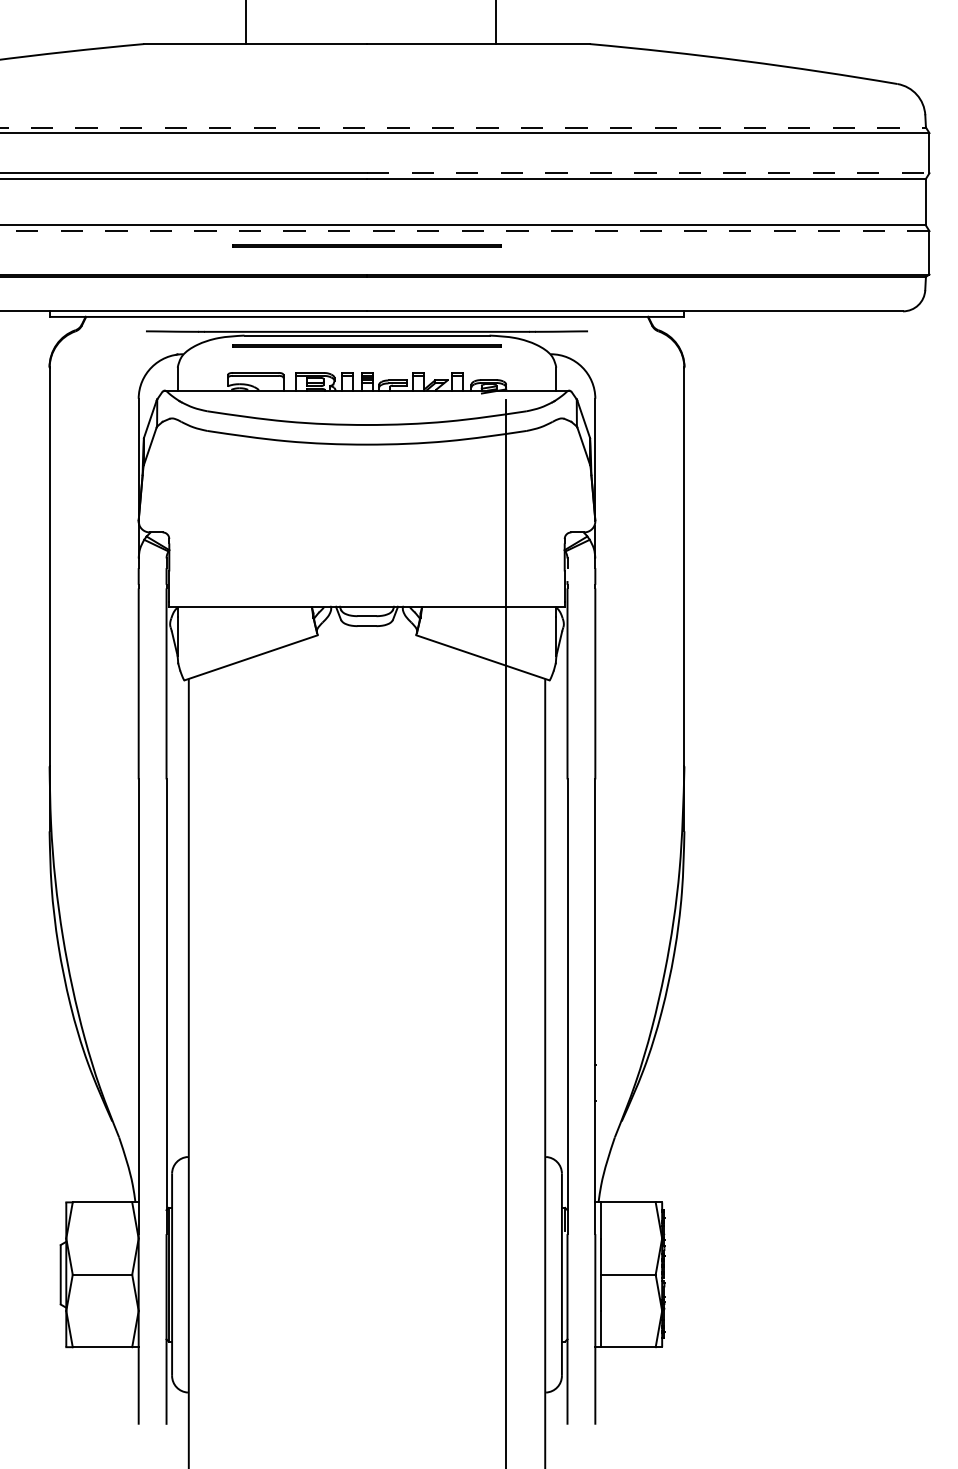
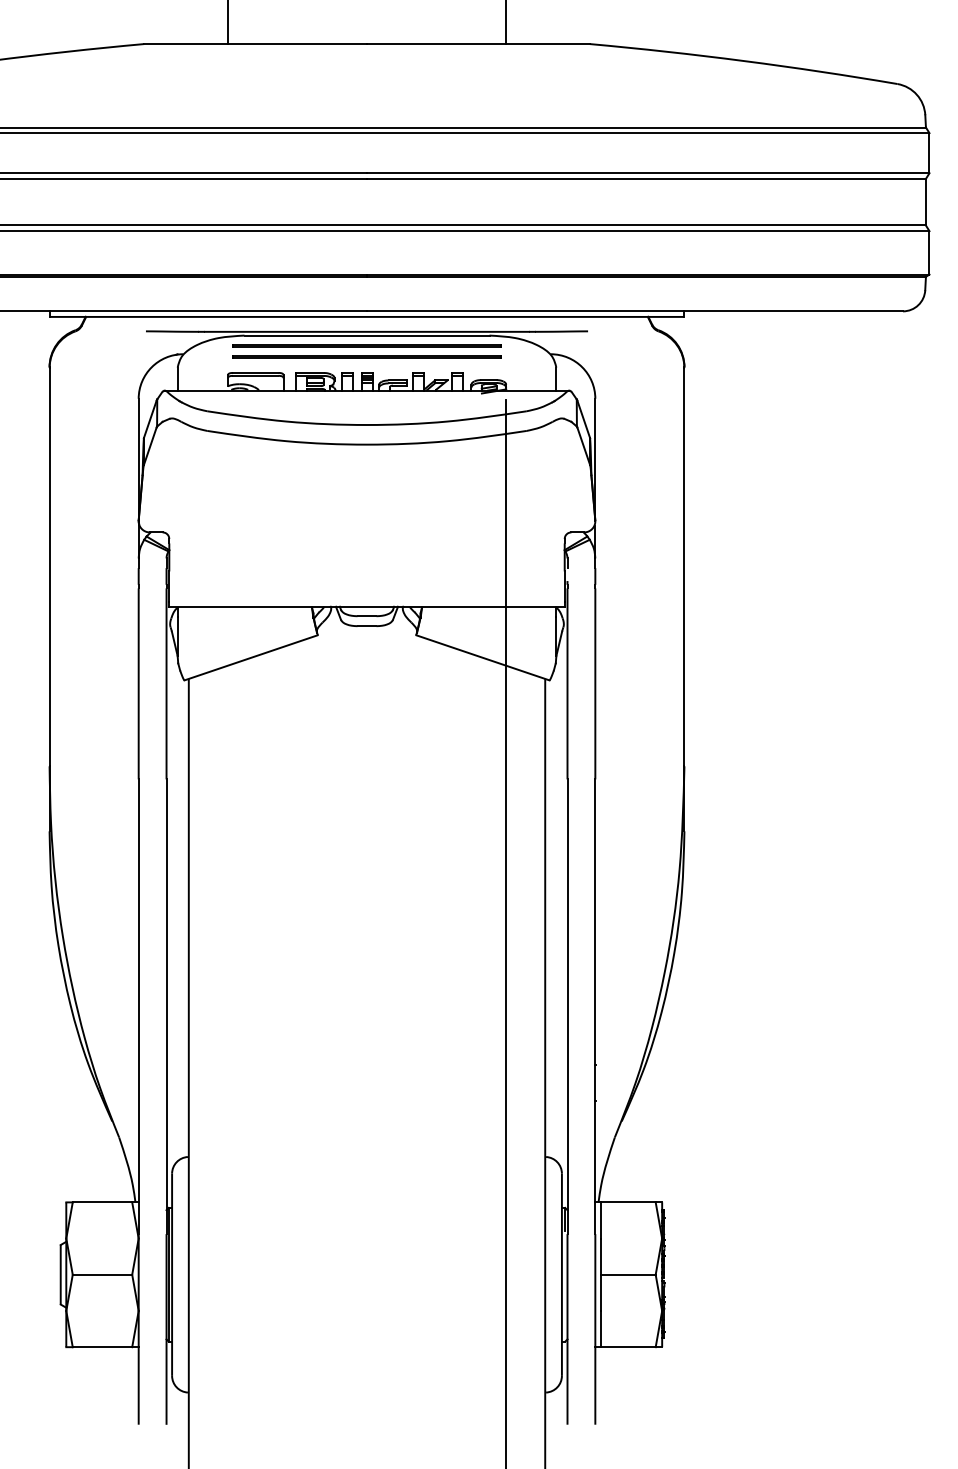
line at (245, 23) position: (245, 23) -> (227, 23)
line at (496, 23) position: (496, 23) -> (506, 23)
line at (463, 127): dashed -> solid
line at (648, 173): dashed -> solid
line at (464, 231): dashed -> solid
line at (366, 245) position: (366, 245) -> (366, 356)
